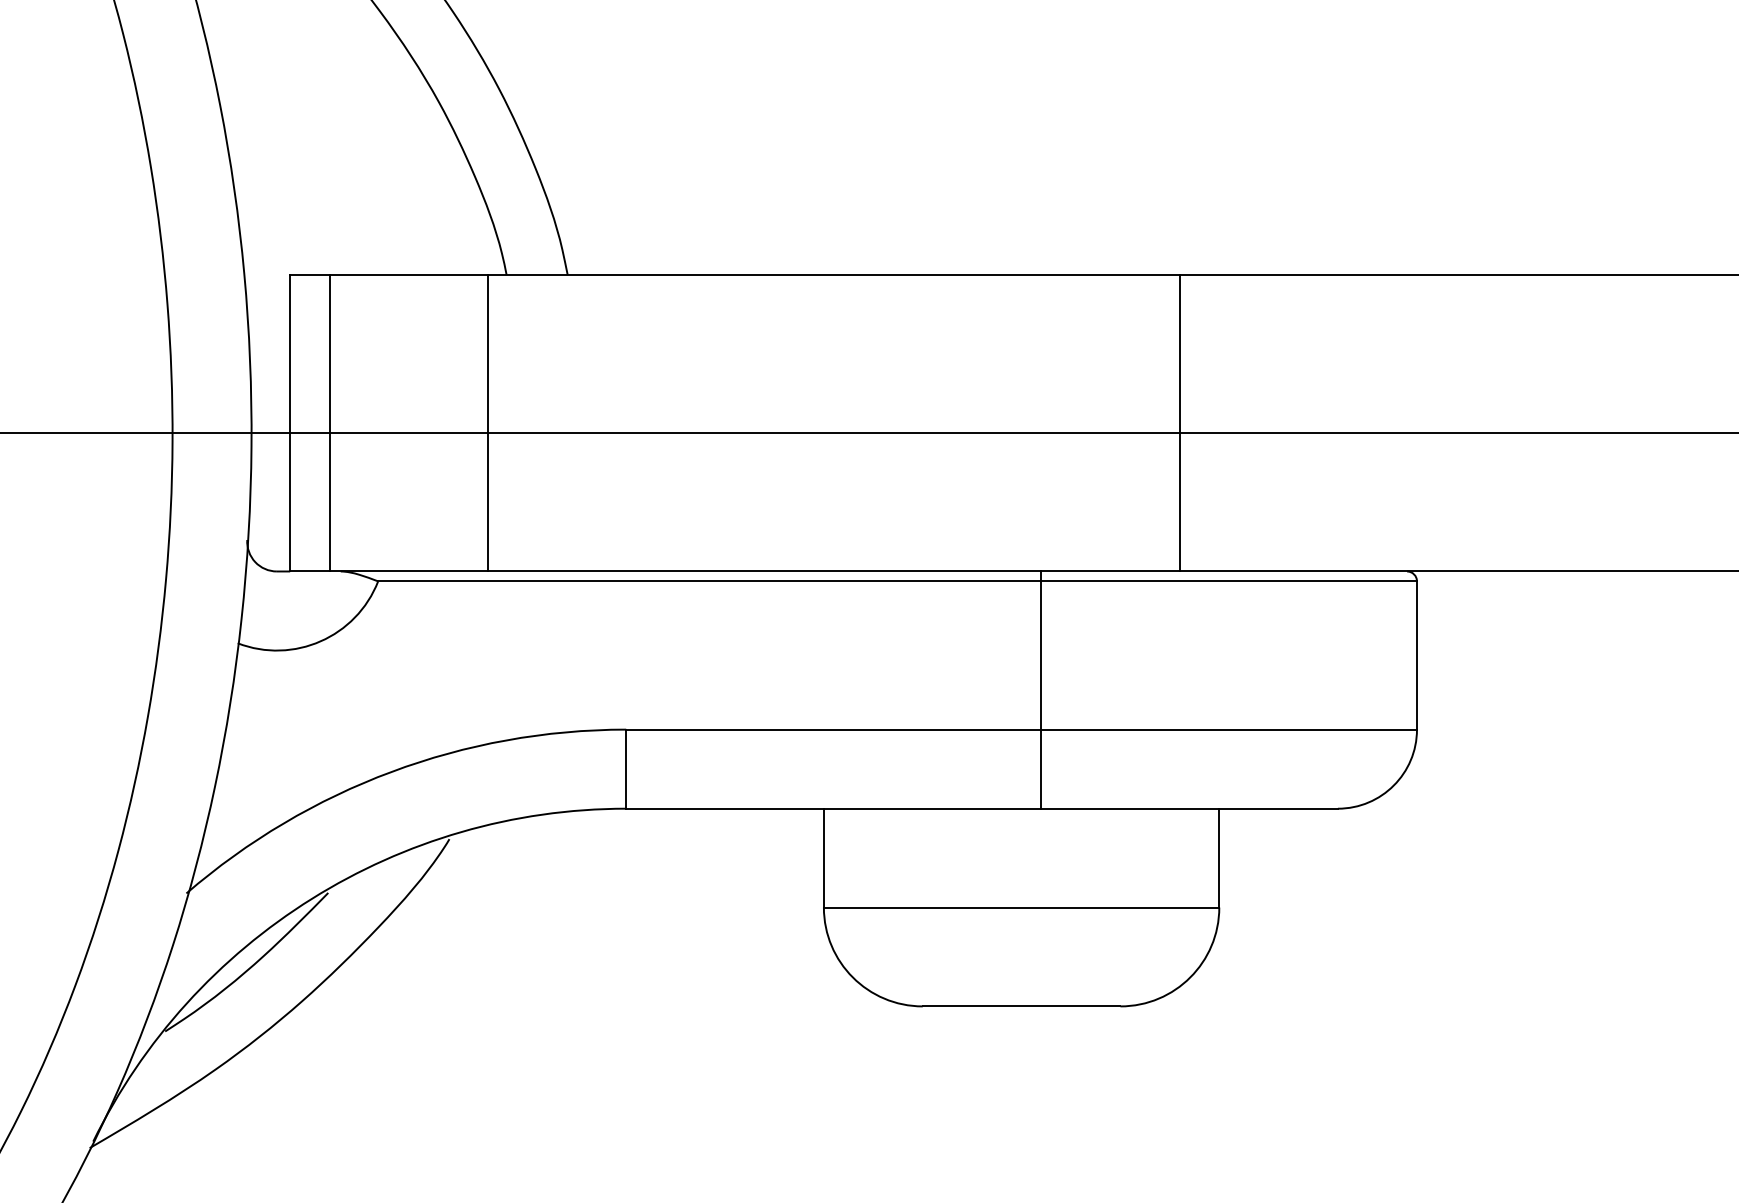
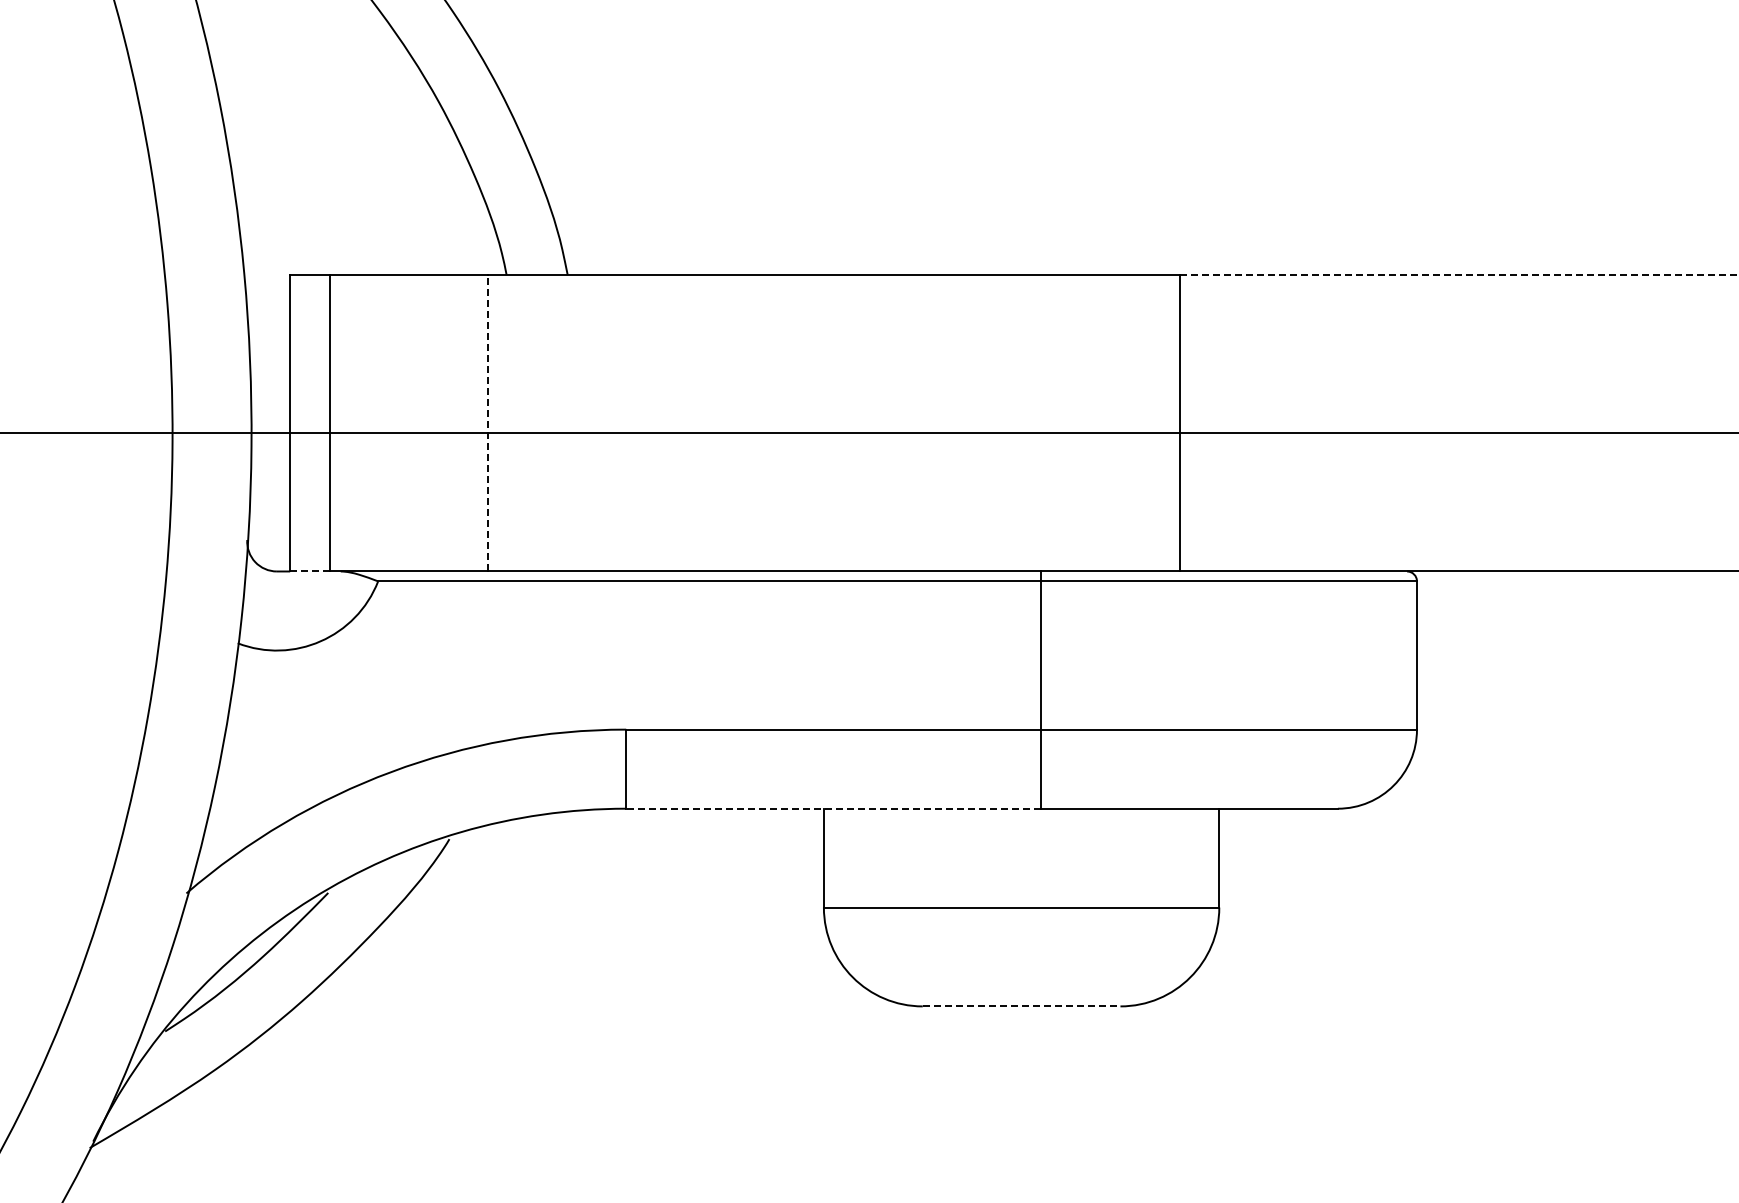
line at (1459, 274): solid -> dashed
line at (487, 422): solid -> dashed
line at (309, 571): solid -> dashed
line at (833, 808): solid -> dashed
line at (1021, 1006): solid -> dashed
